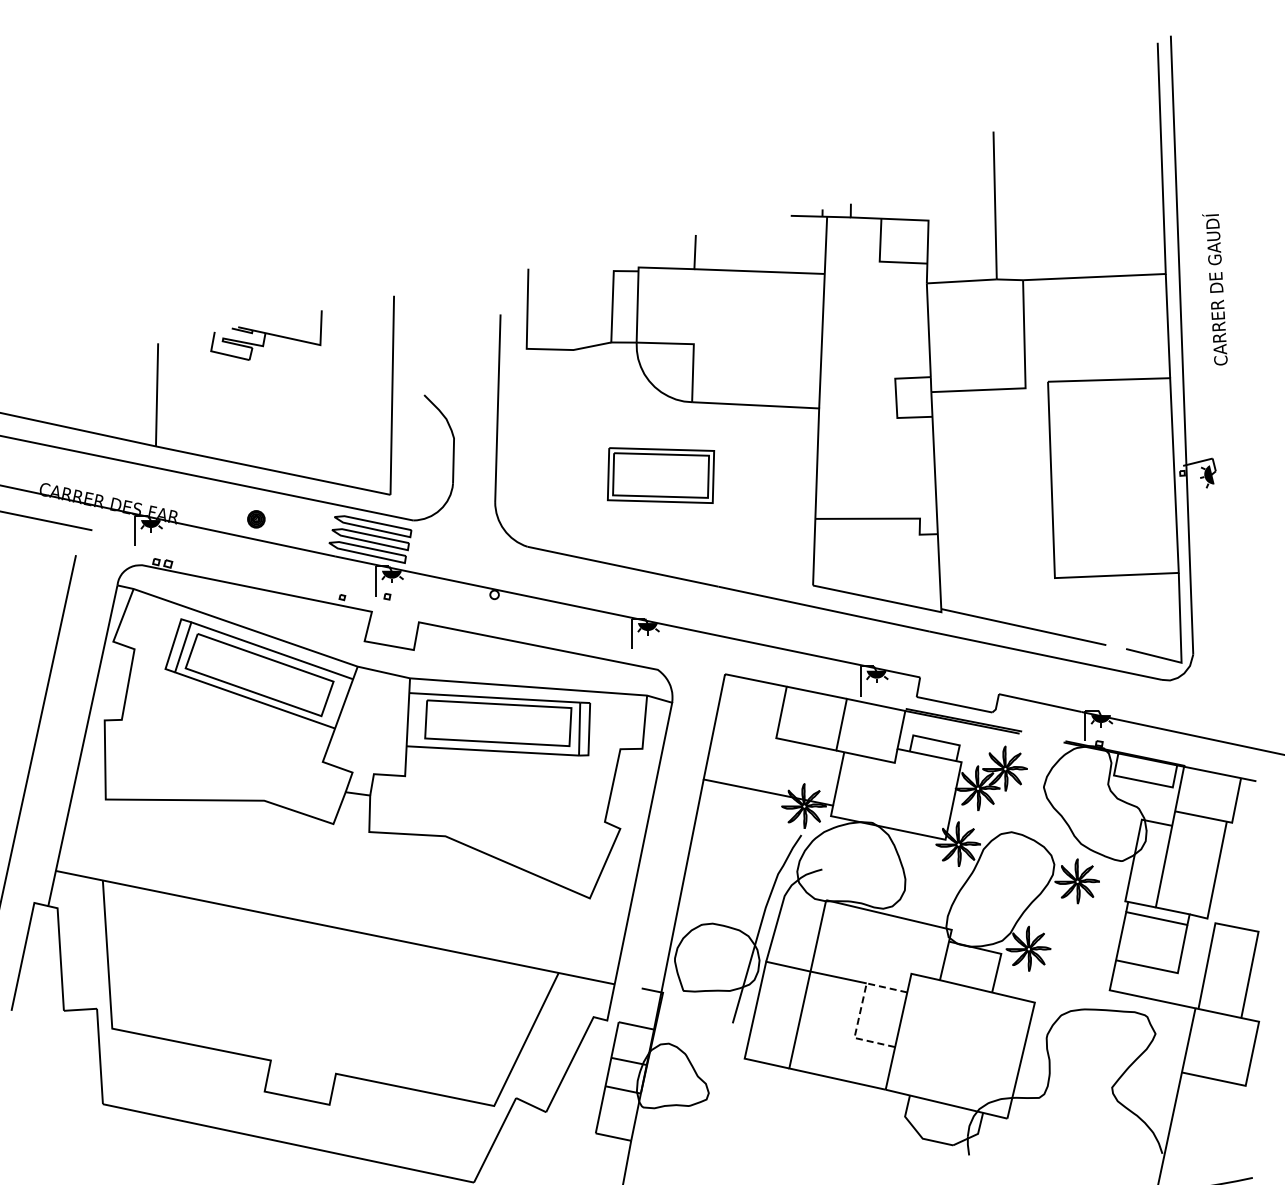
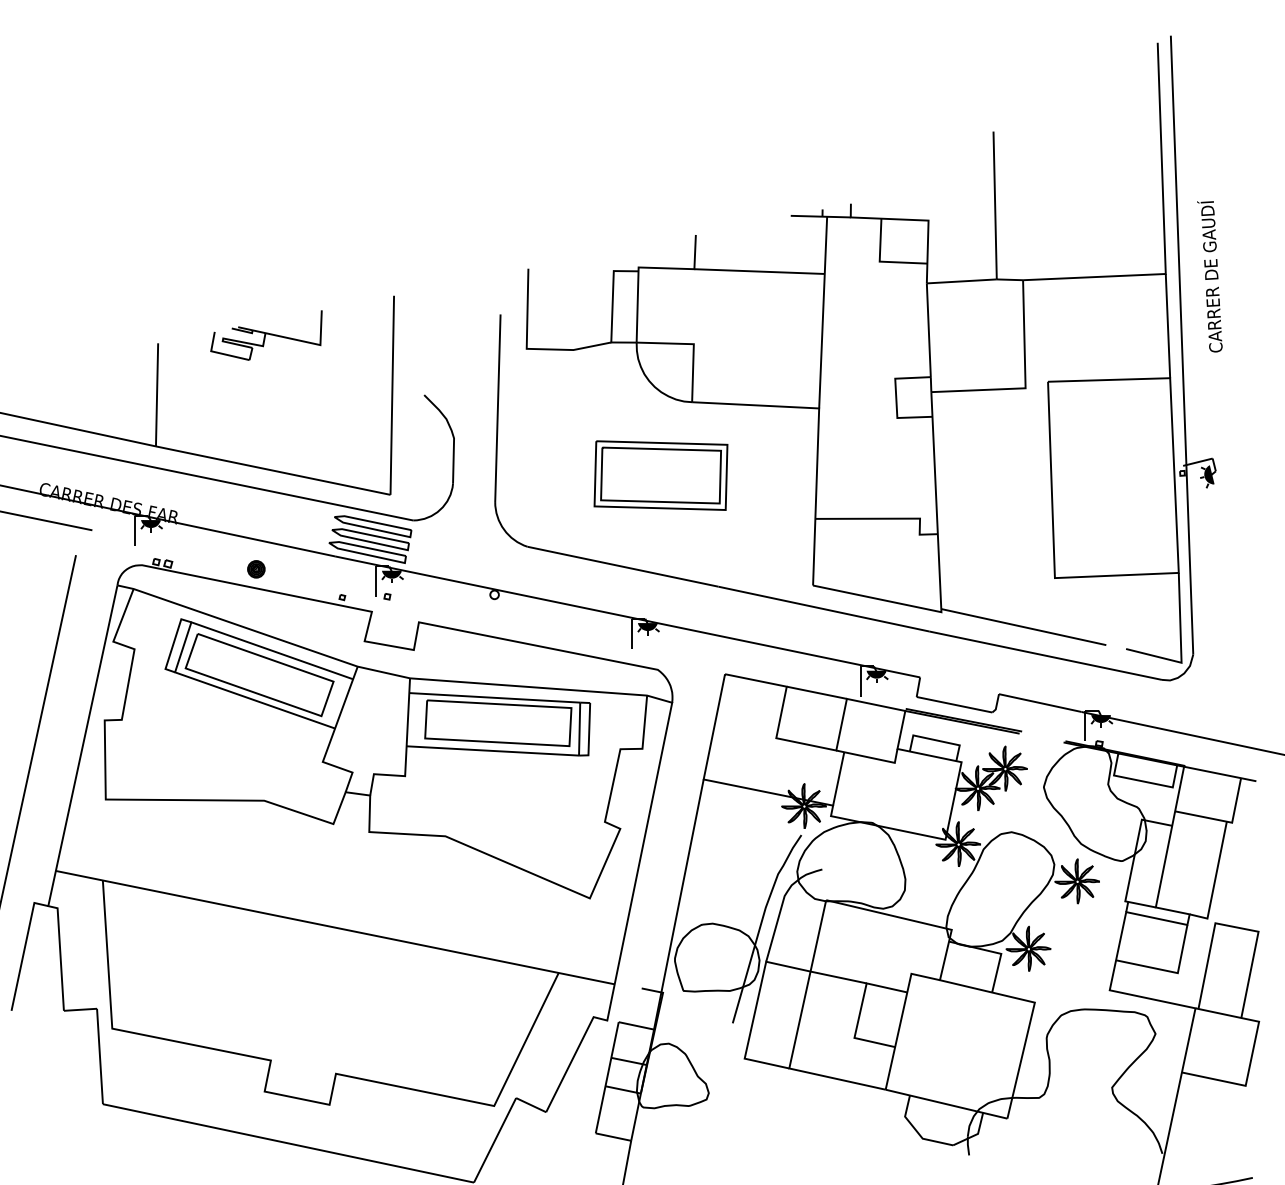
text at (1214, 289) position: (1214, 289) -> (1209, 276)
part at (661, 475) size: 109x57 px -> 136x71 px
part at (256, 519) position: (256, 519) -> (256, 569)
line at (860, 1010): dashed -> solid
